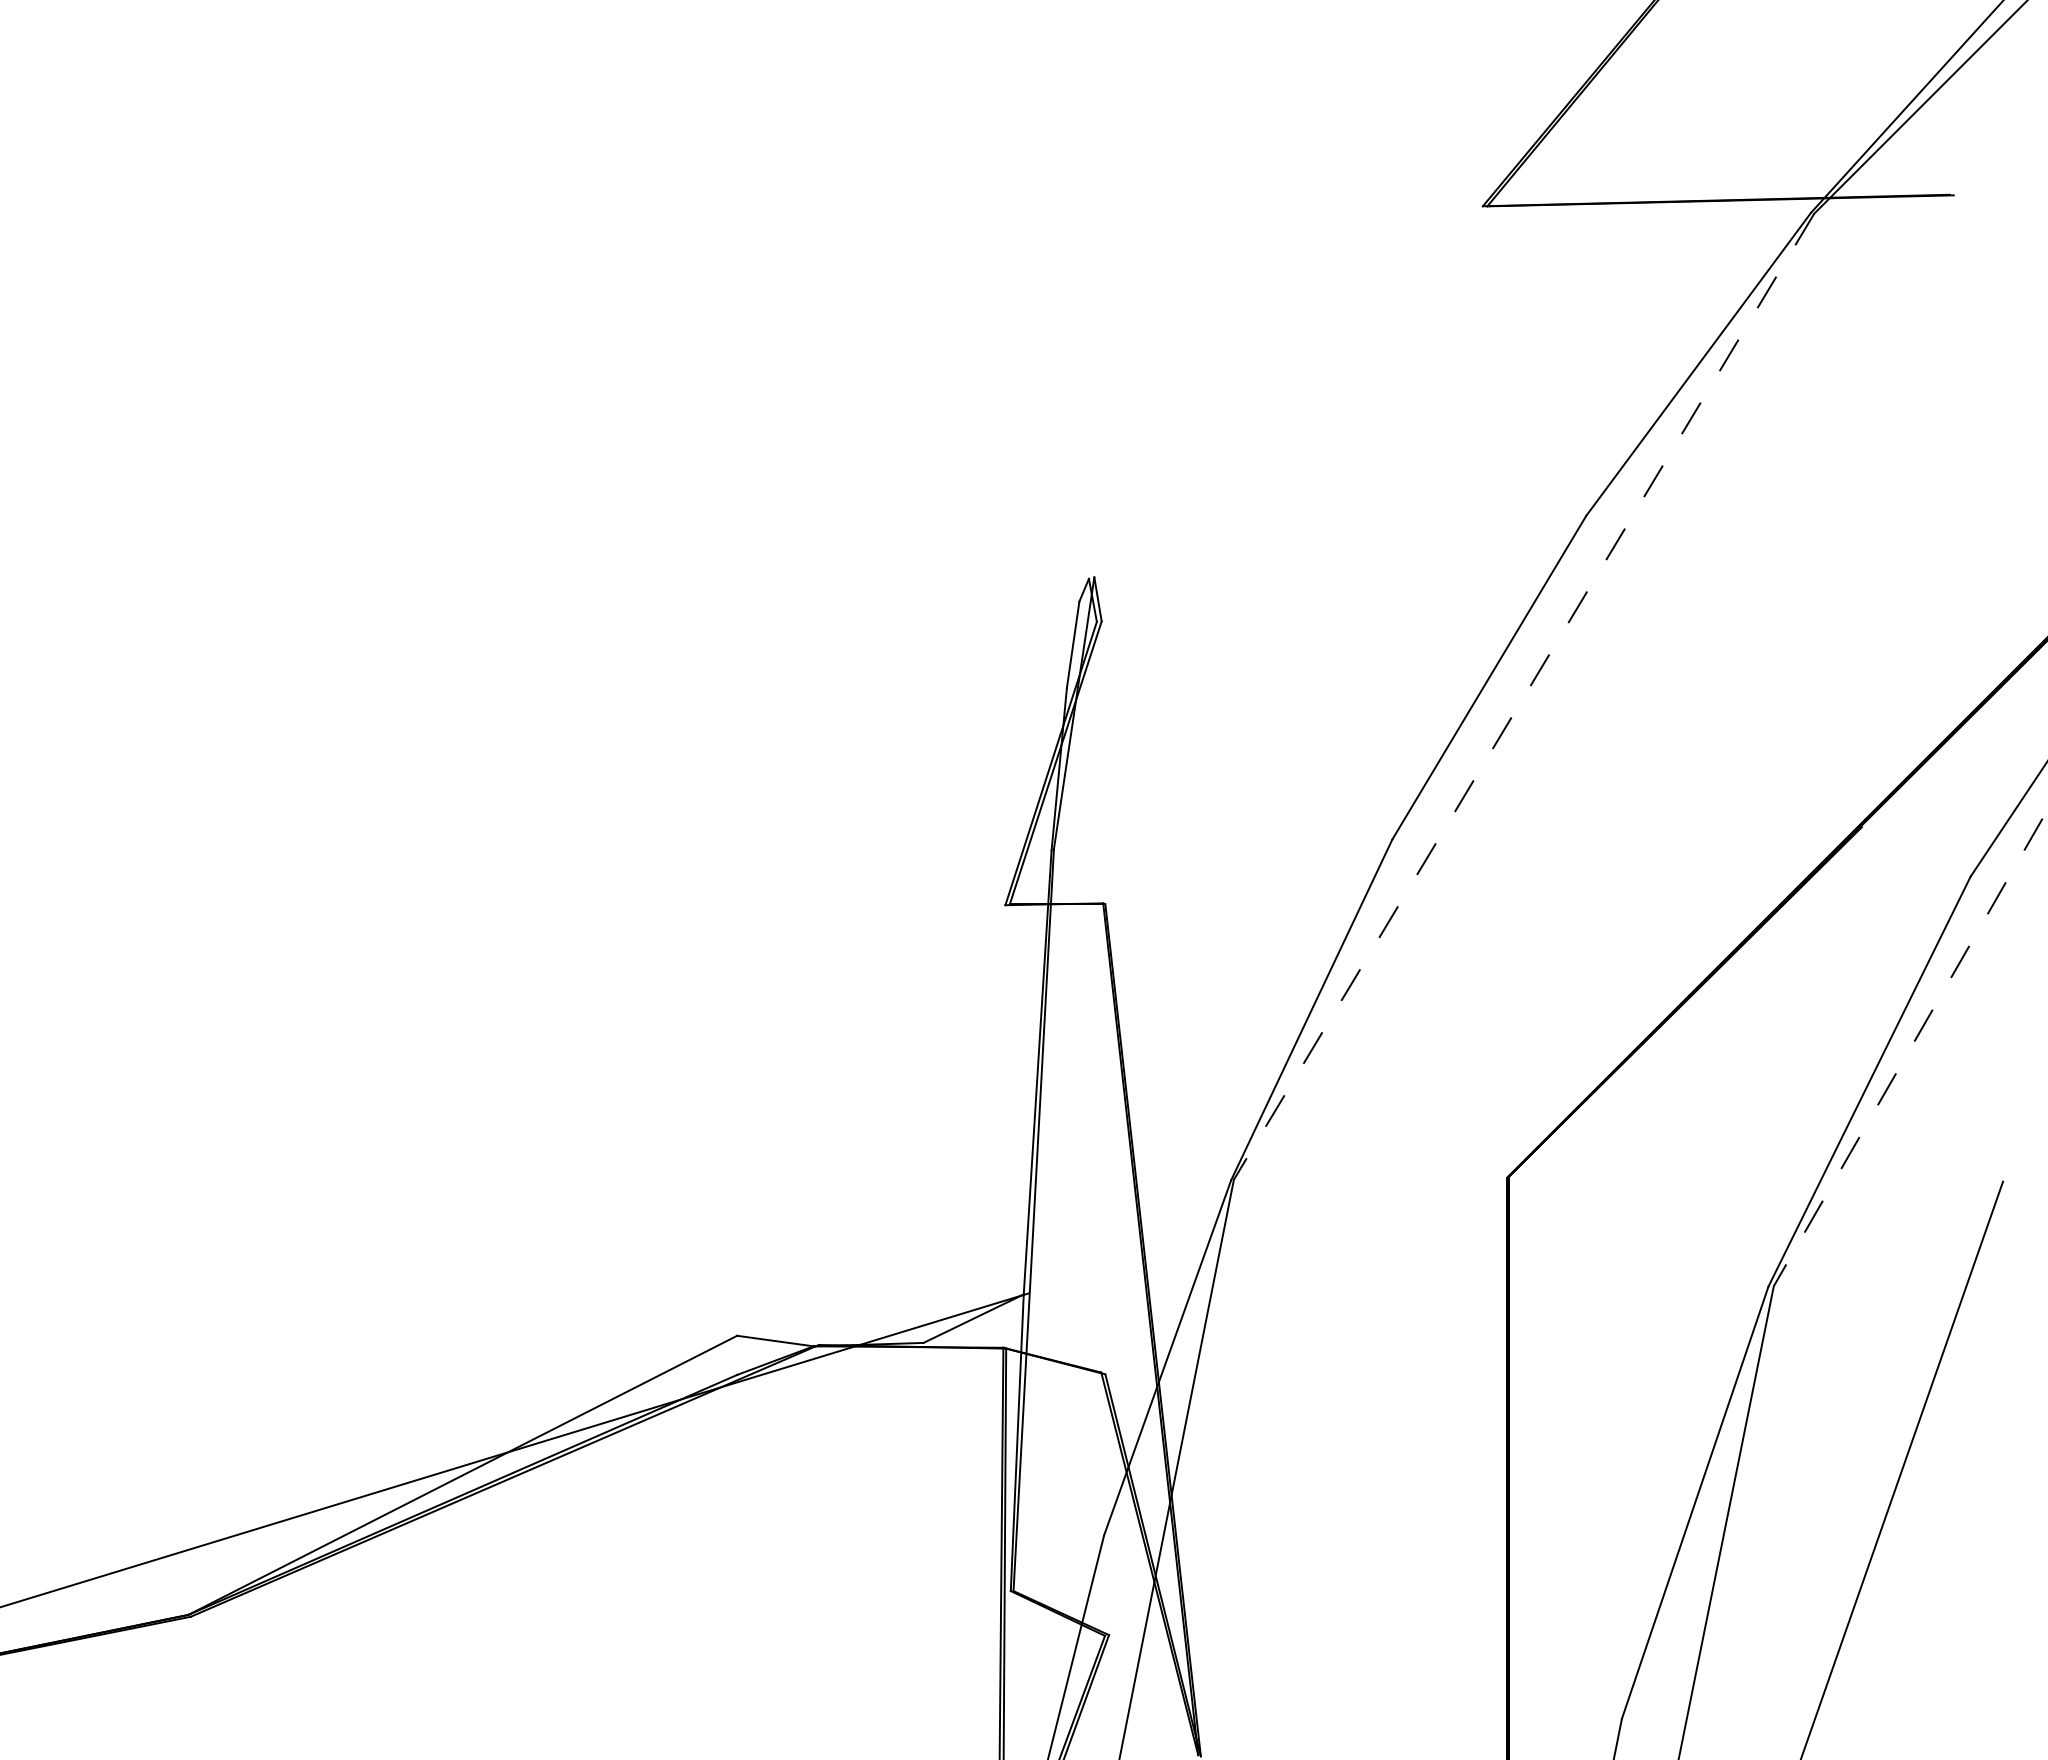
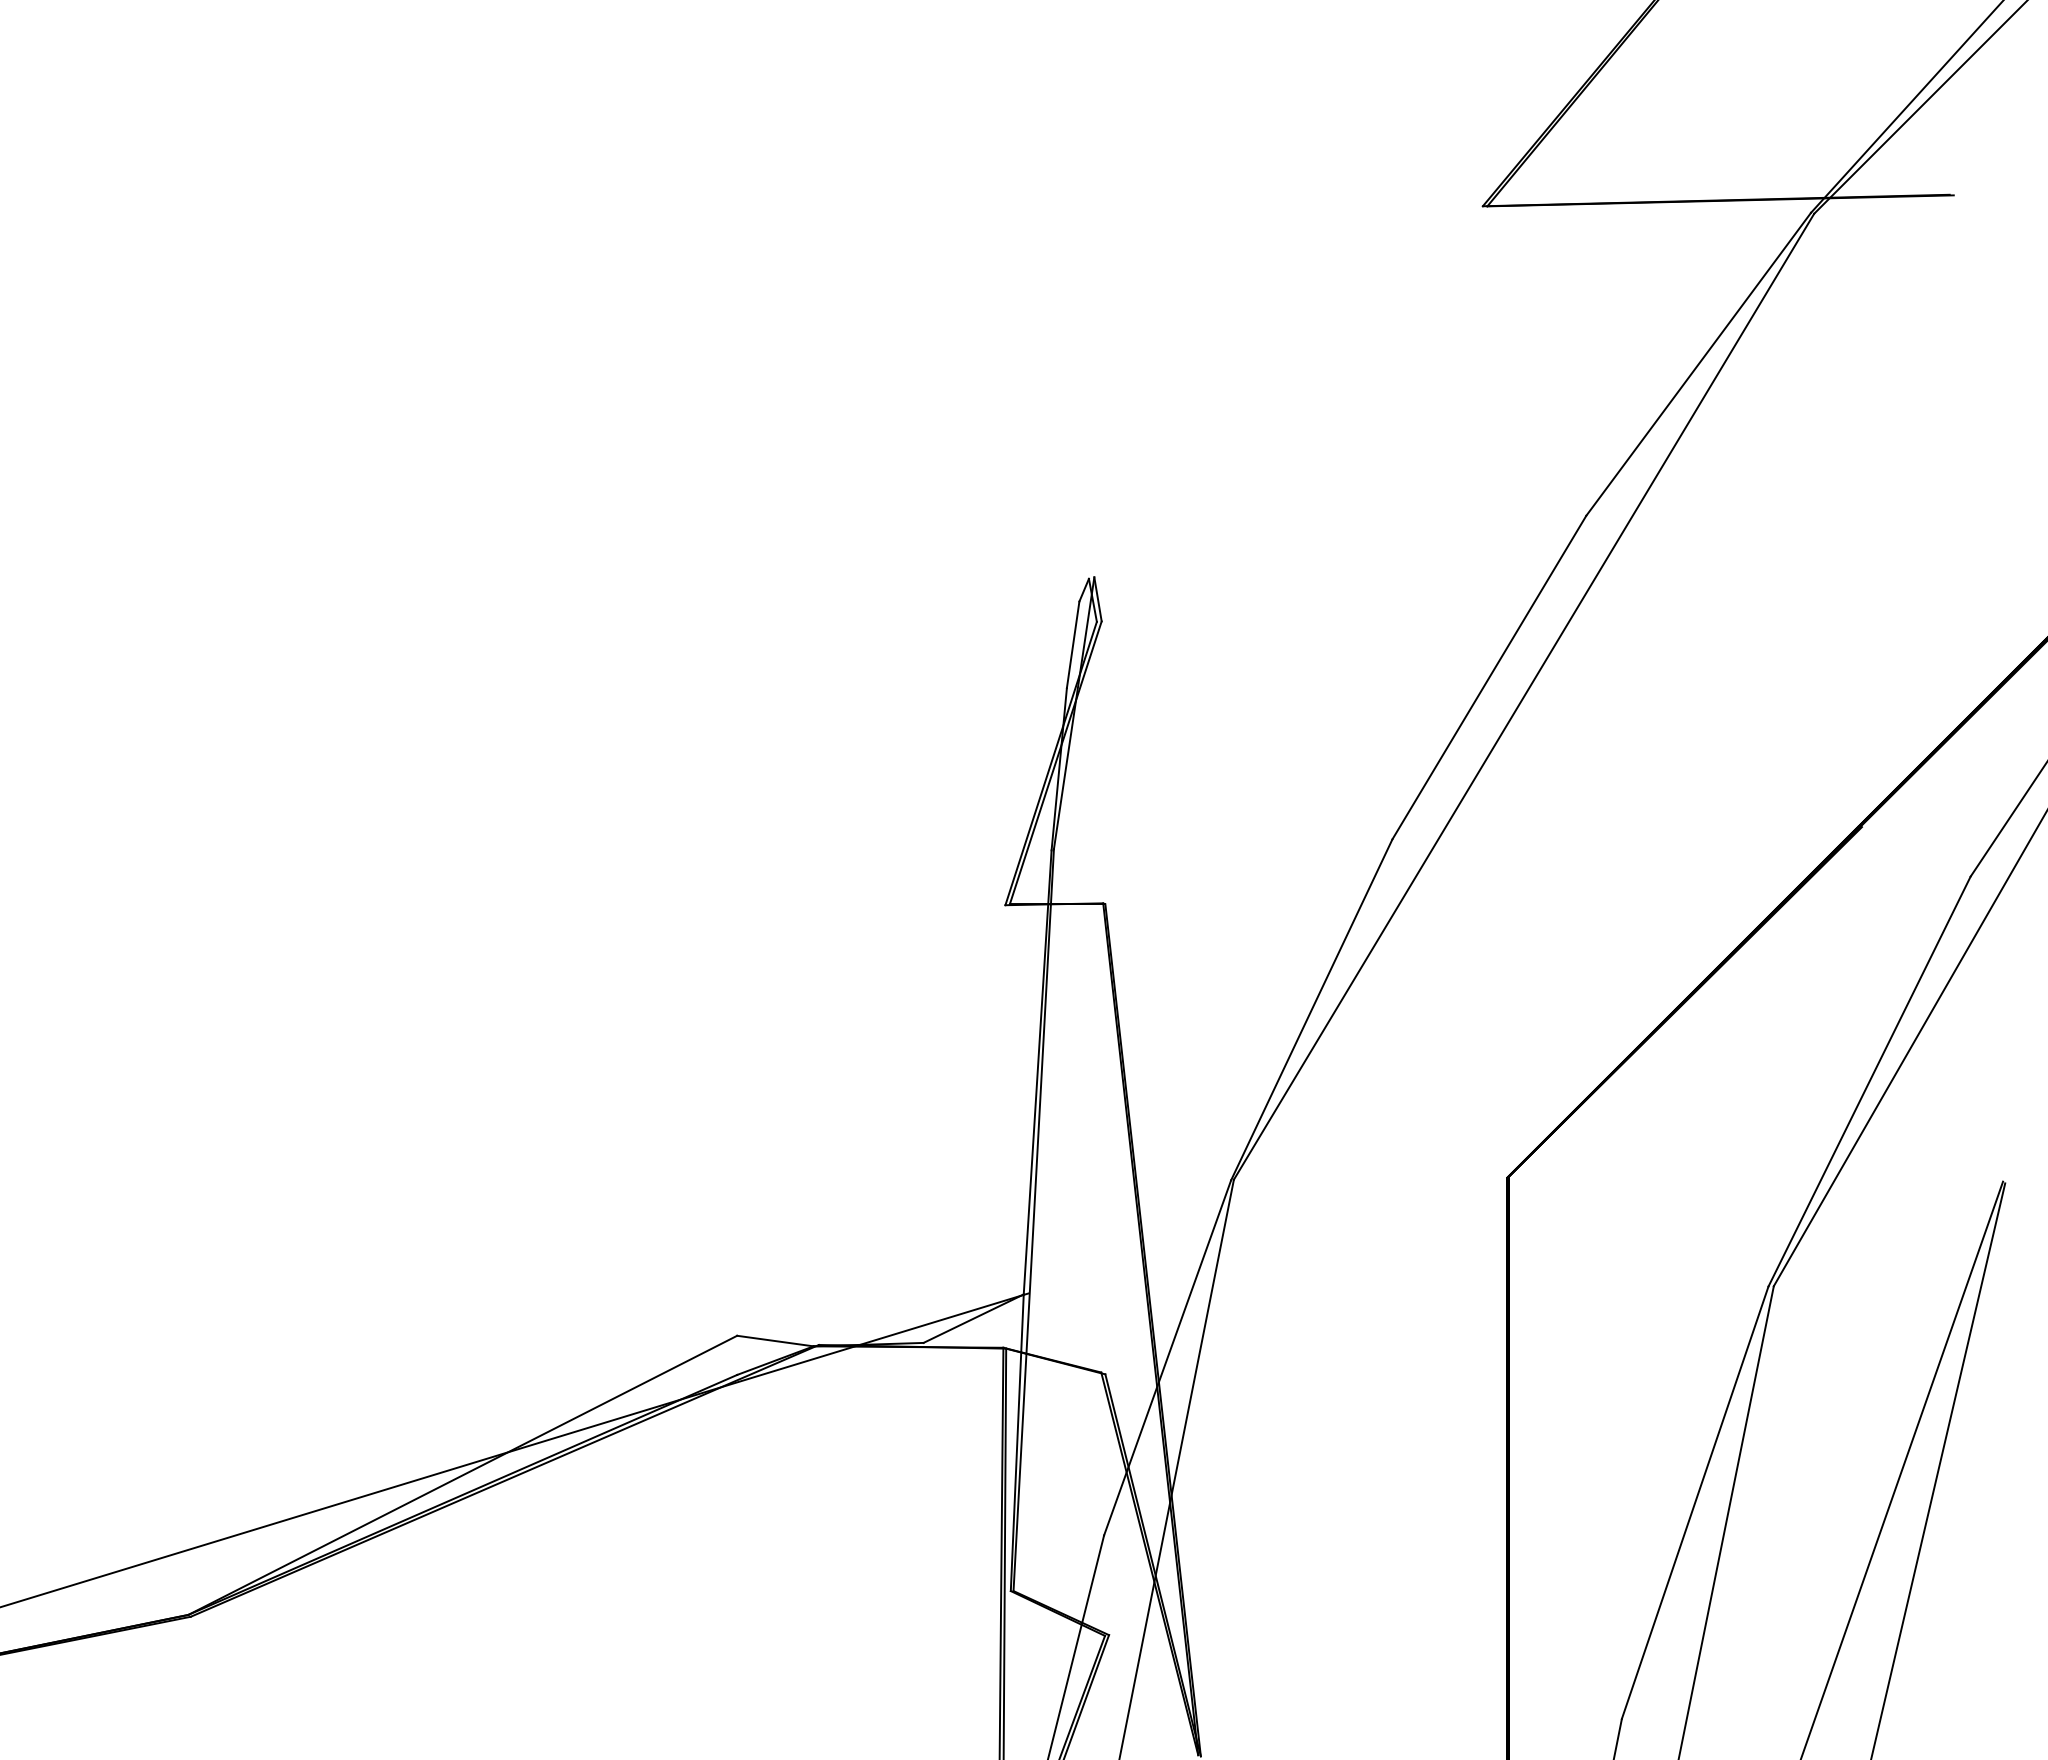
line at (1523, 697): dashed -> solid
line at (1910, 1047): dashed -> solid
line at (1938, 1469): none -> present
